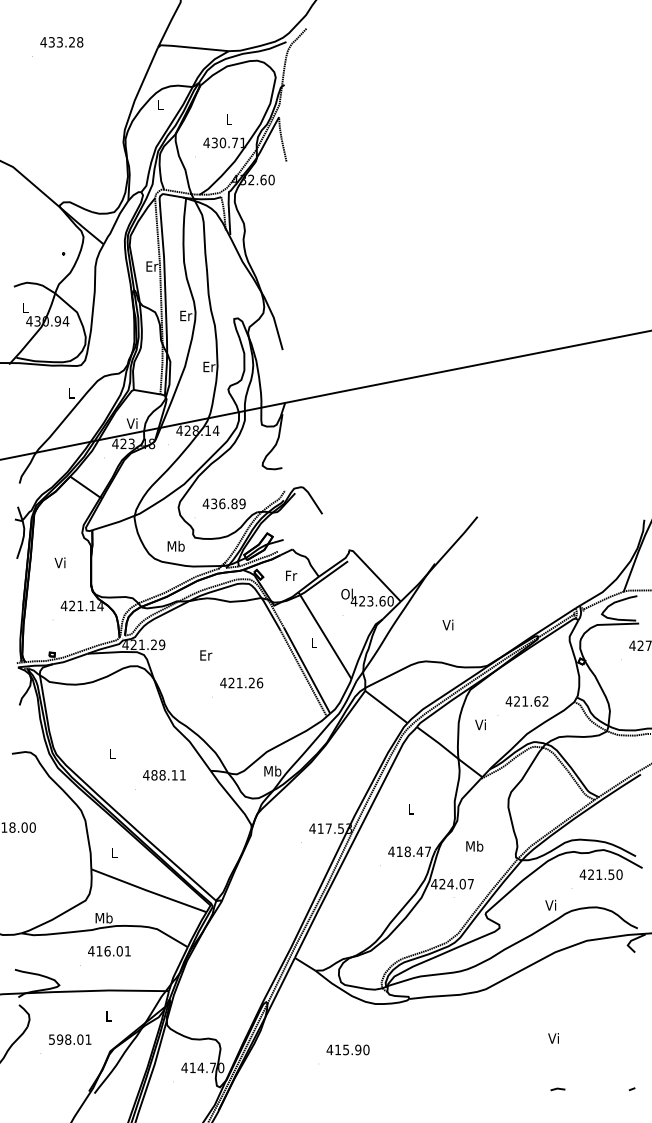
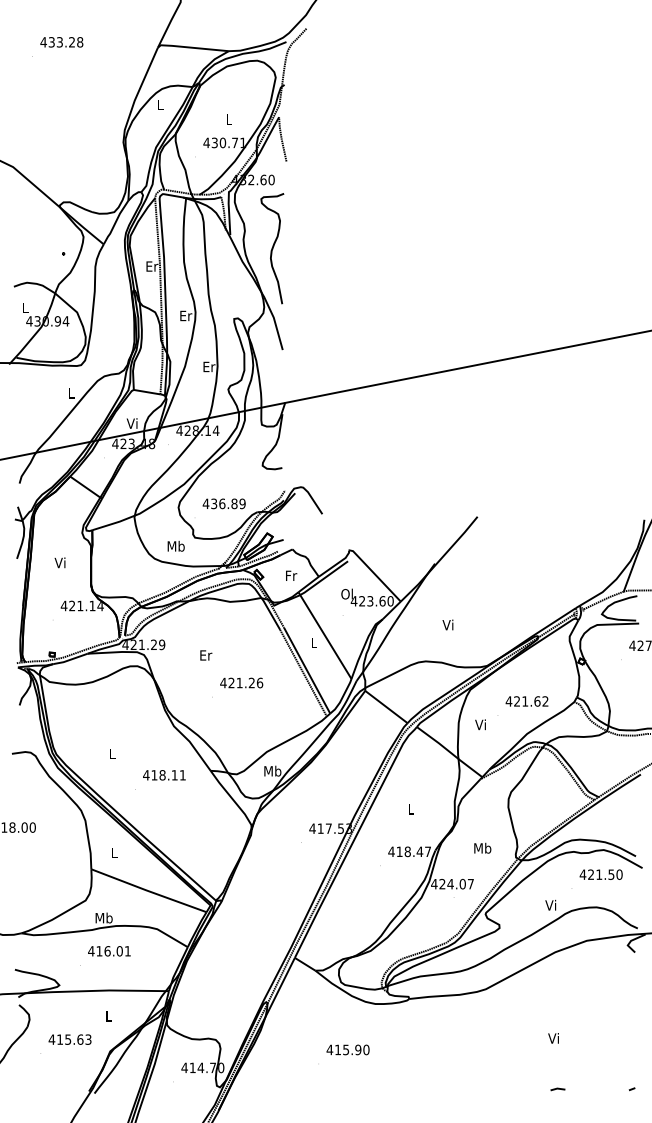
curve at (272, 248): none -> present
text at (154, 775): 488.11 -> 418.11
text at (474, 845) position: (474, 845) -> (482, 847)
text at (69, 1039): 598.01 -> 415.63
